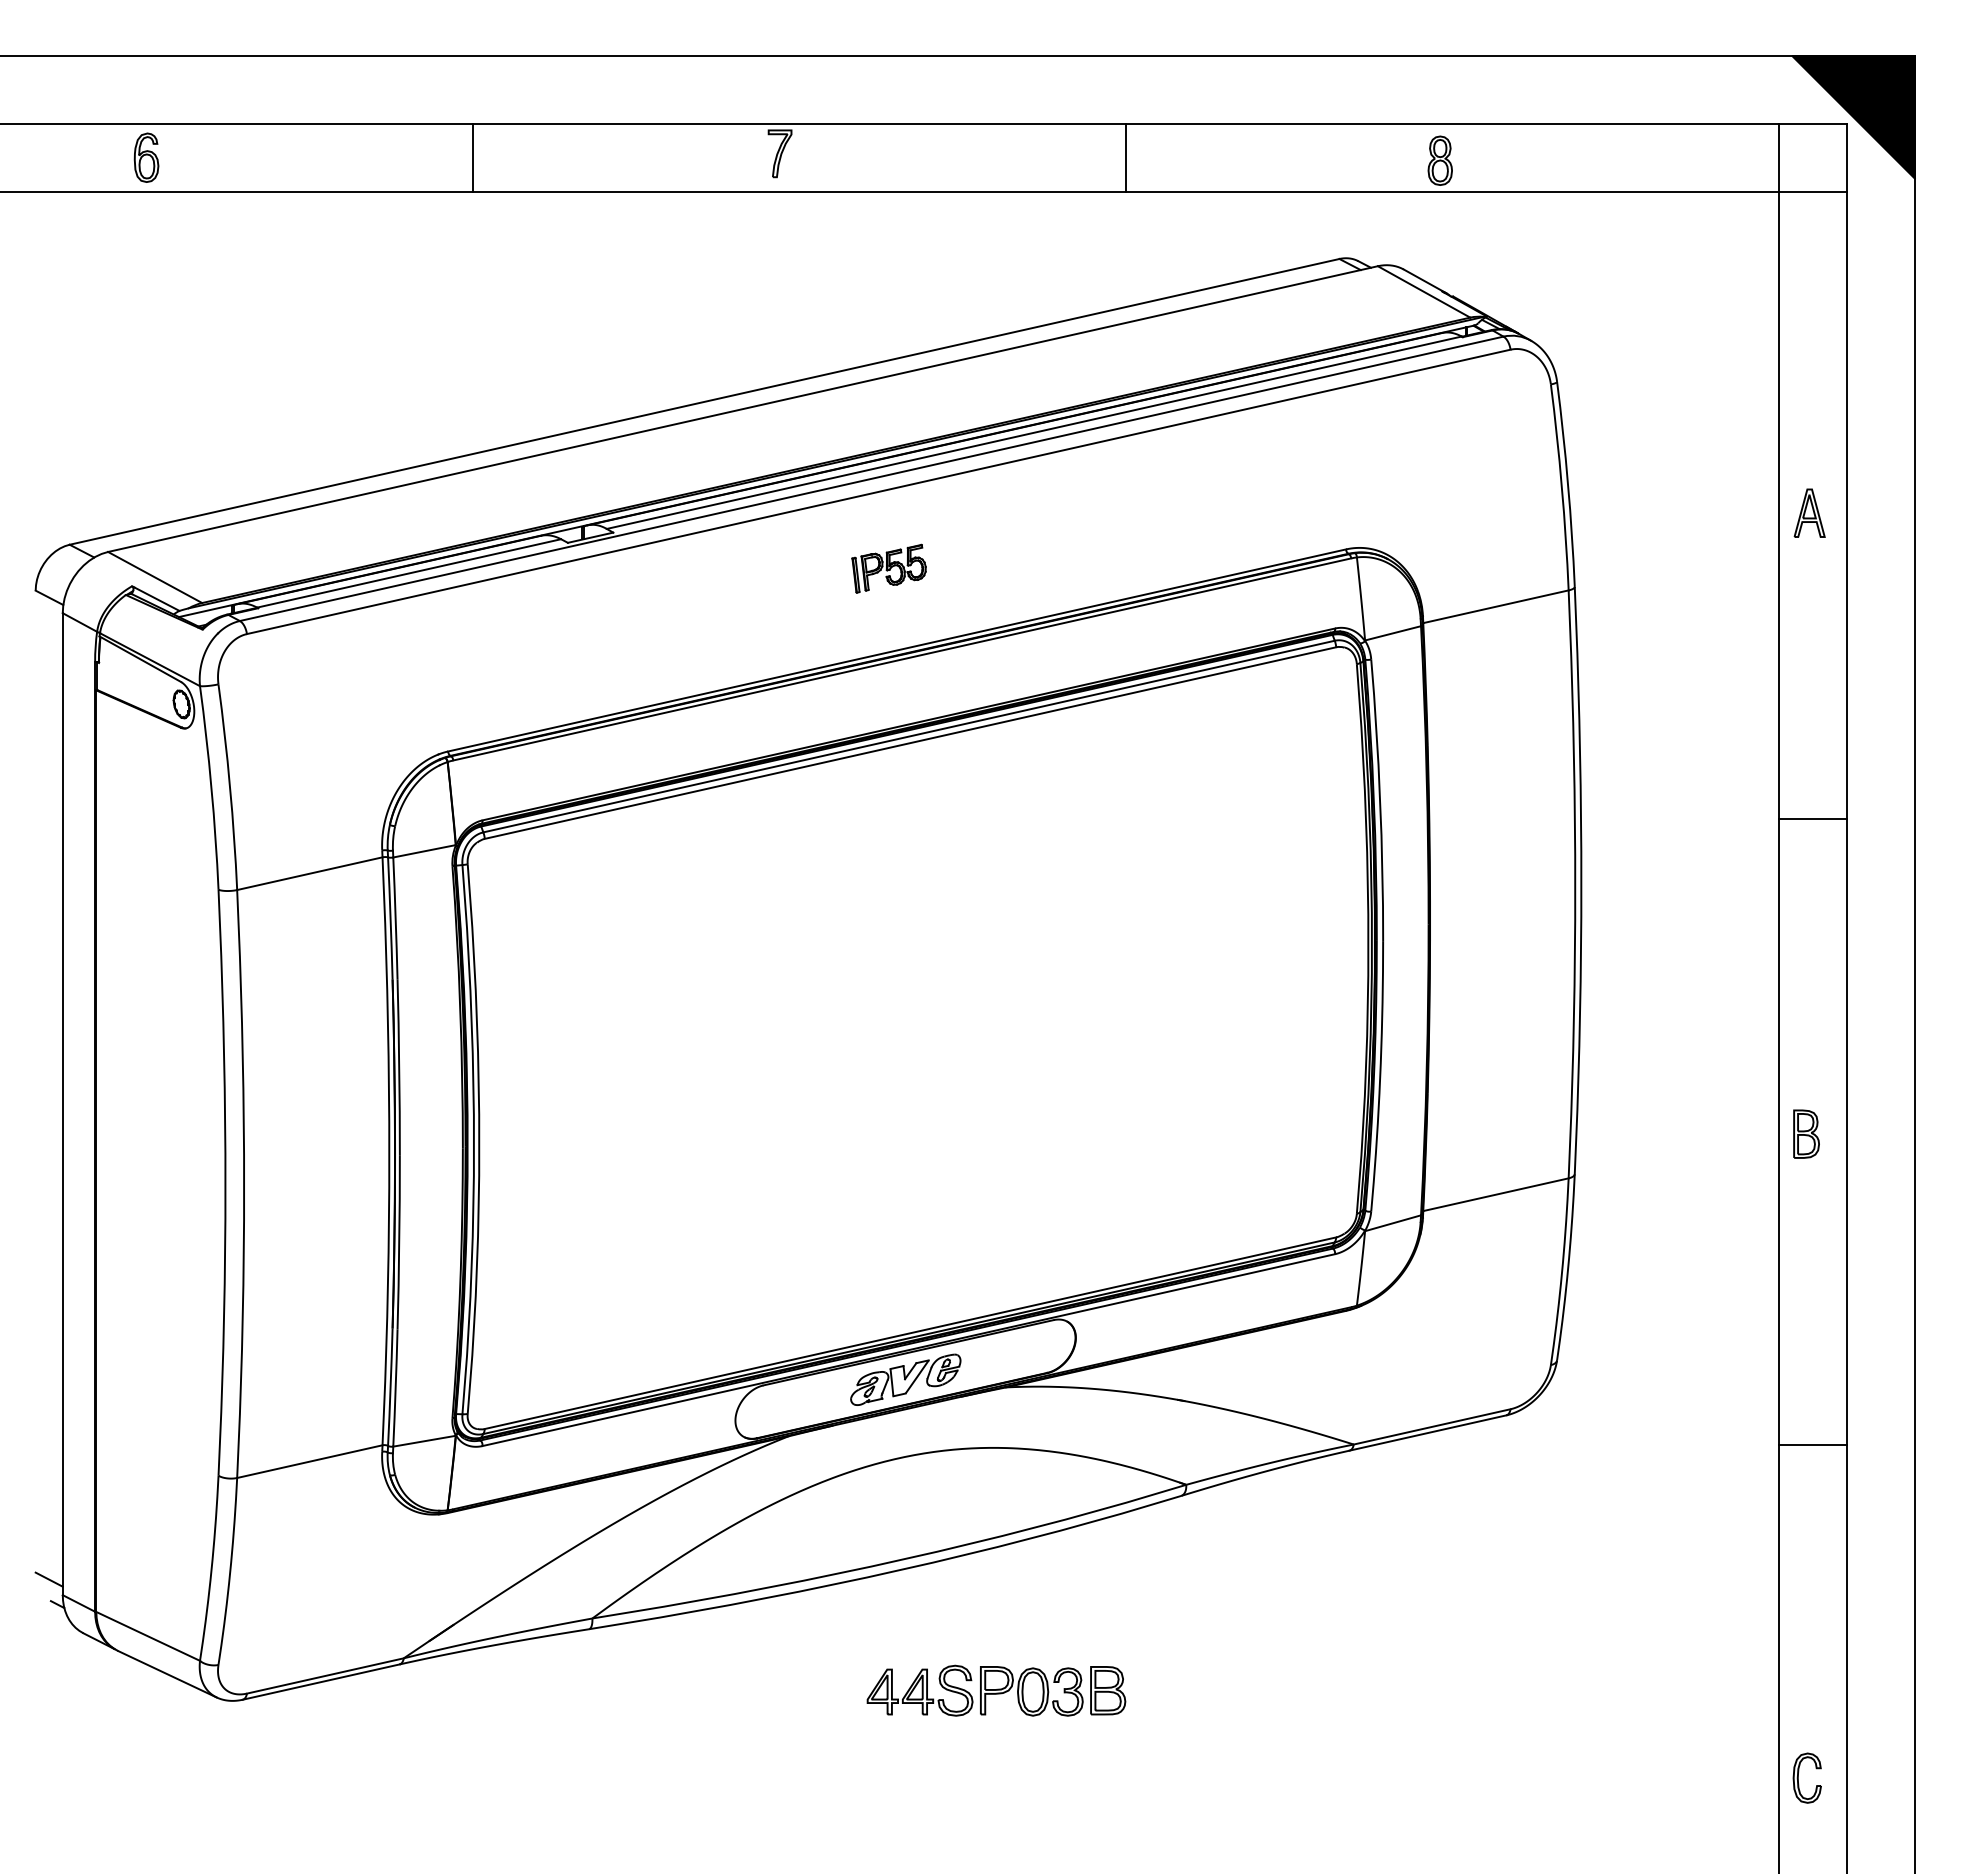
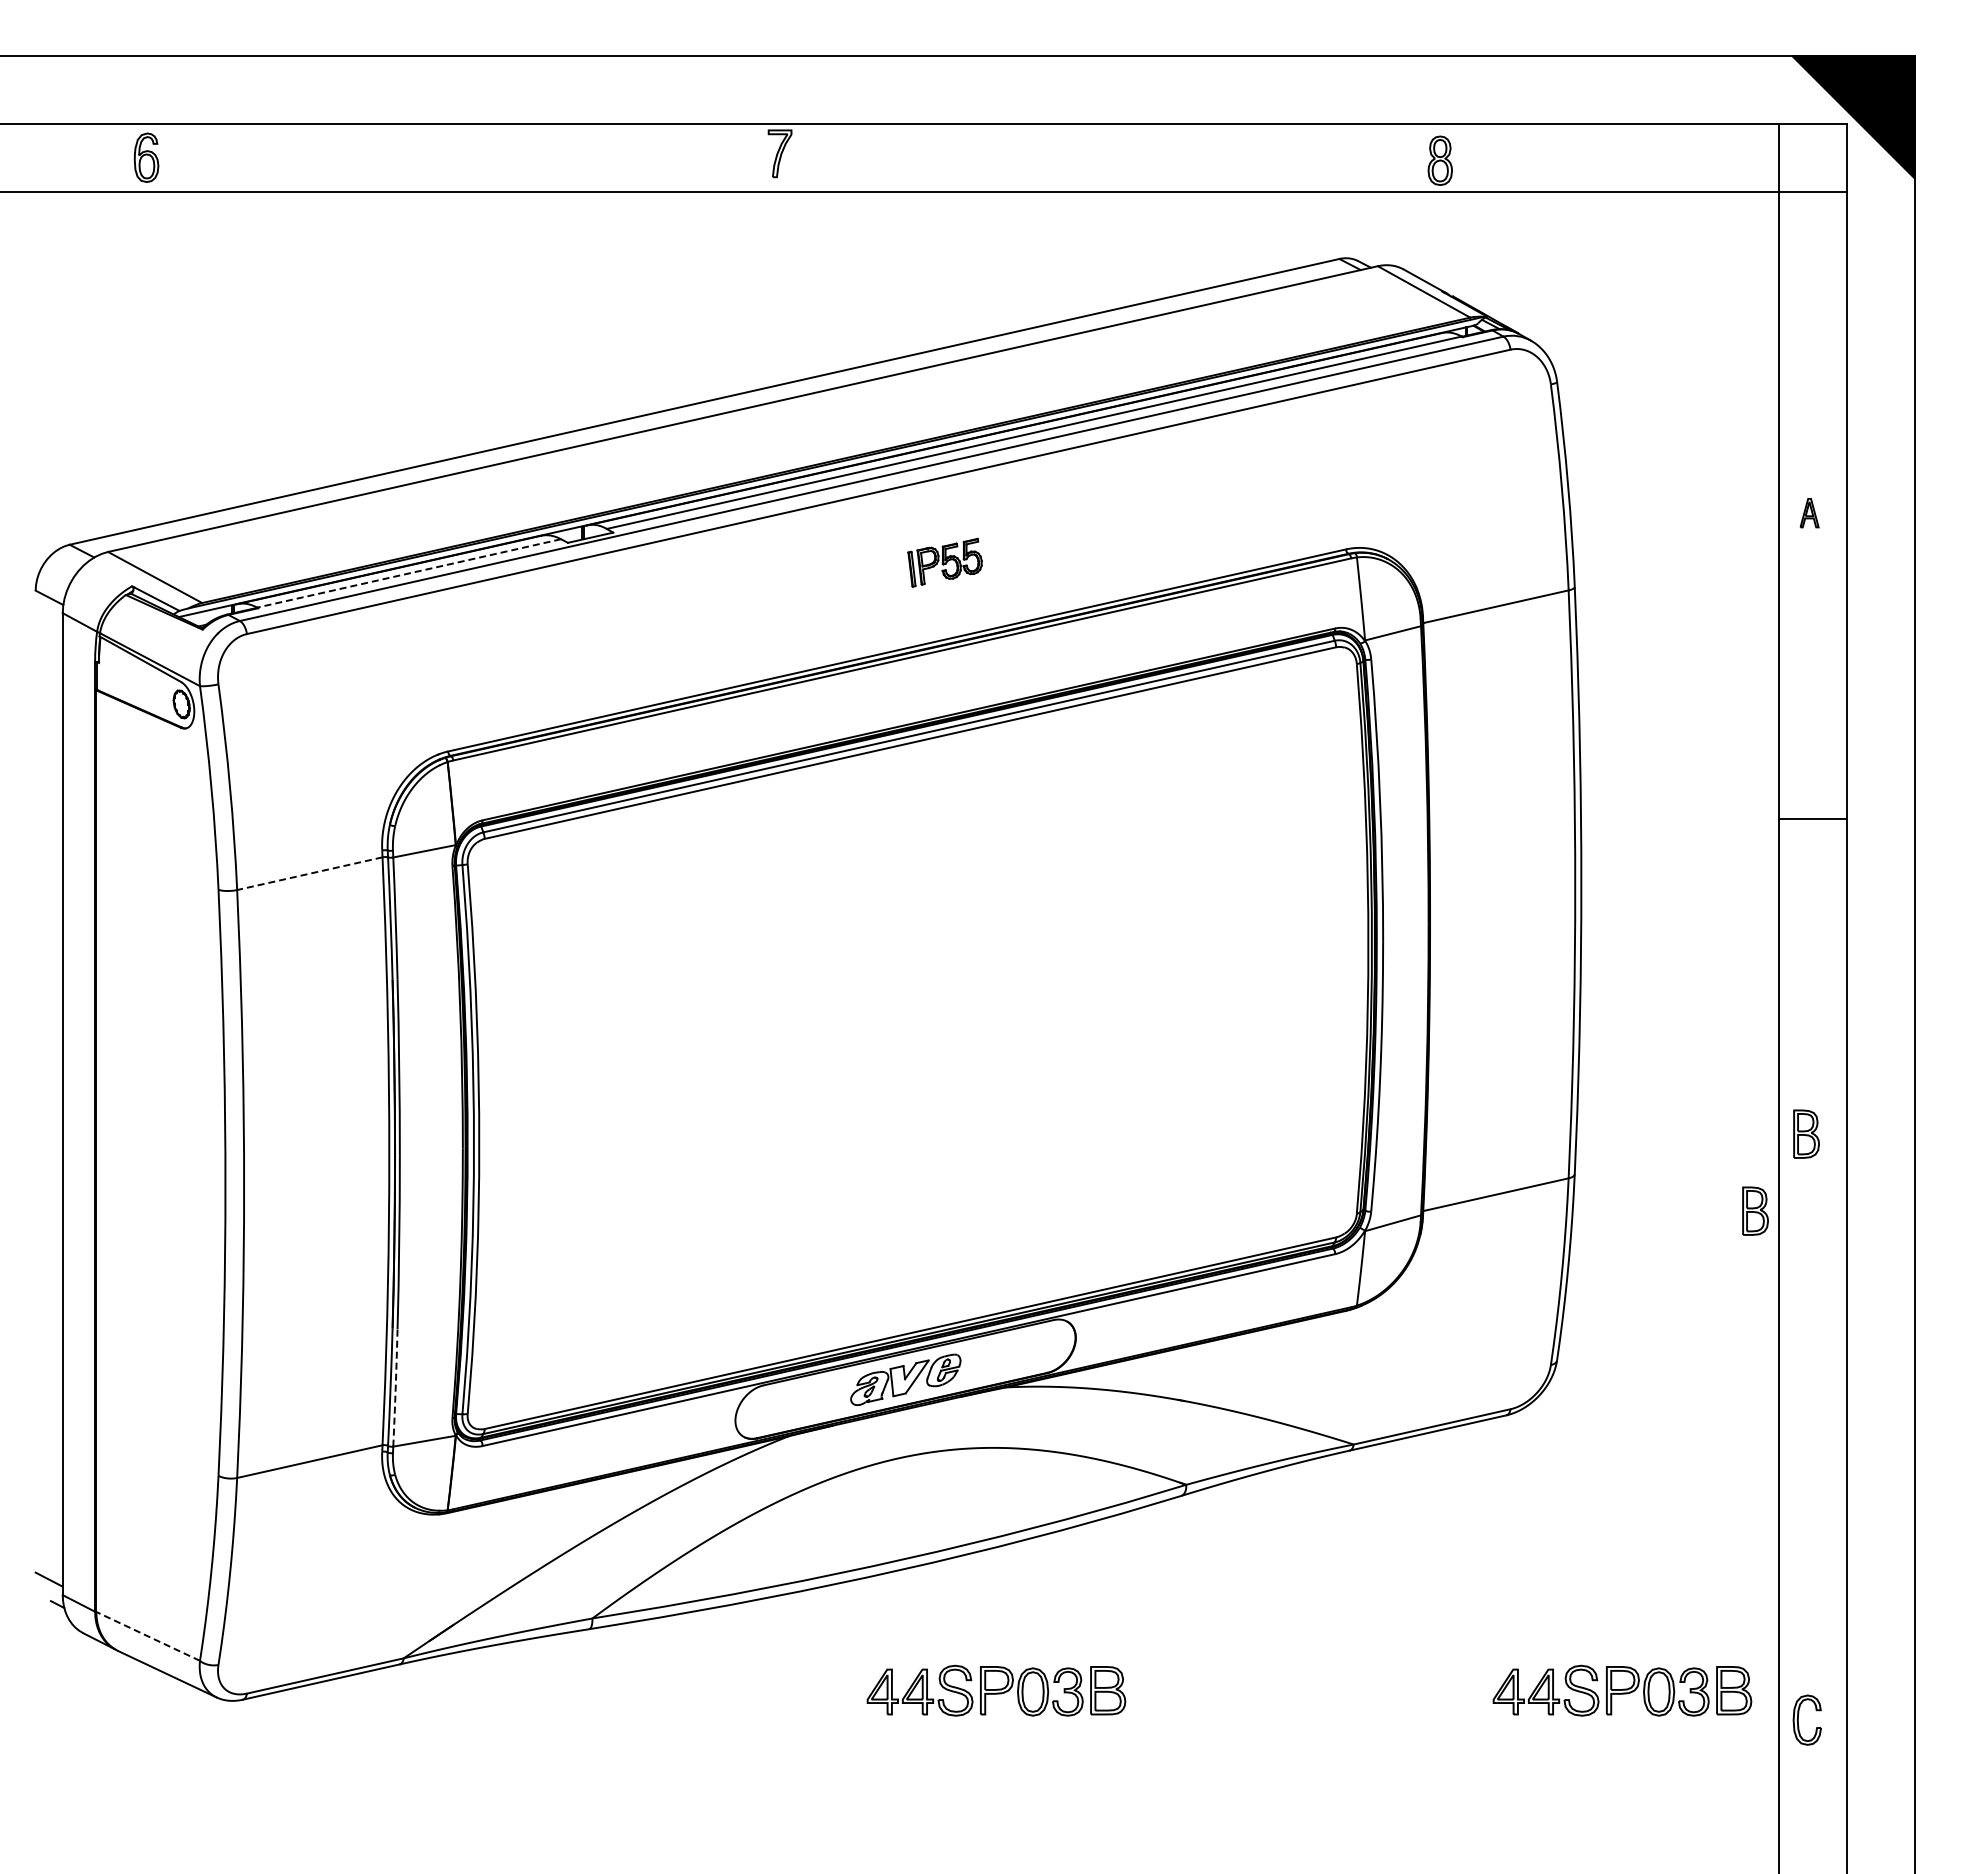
line at (472, 158): present -> none
line at (1125, 158): present -> none
part at (1809, 512) size: 33x50 px -> 21x31 px
part at (888, 568) position: (888, 568) -> (944, 562)
line at (409, 573): solid -> dashed
line at (309, 873): solid -> dashed
part at (1755, 1210): none -> present
arc at (395, 1387): solid -> dashed
line at (1812, 1445): present -> none
line at (147, 1636): solid -> dashed
part at (1622, 1690): none -> present
part at (1798, 1777) position: (1798, 1777) -> (1798, 1719)
